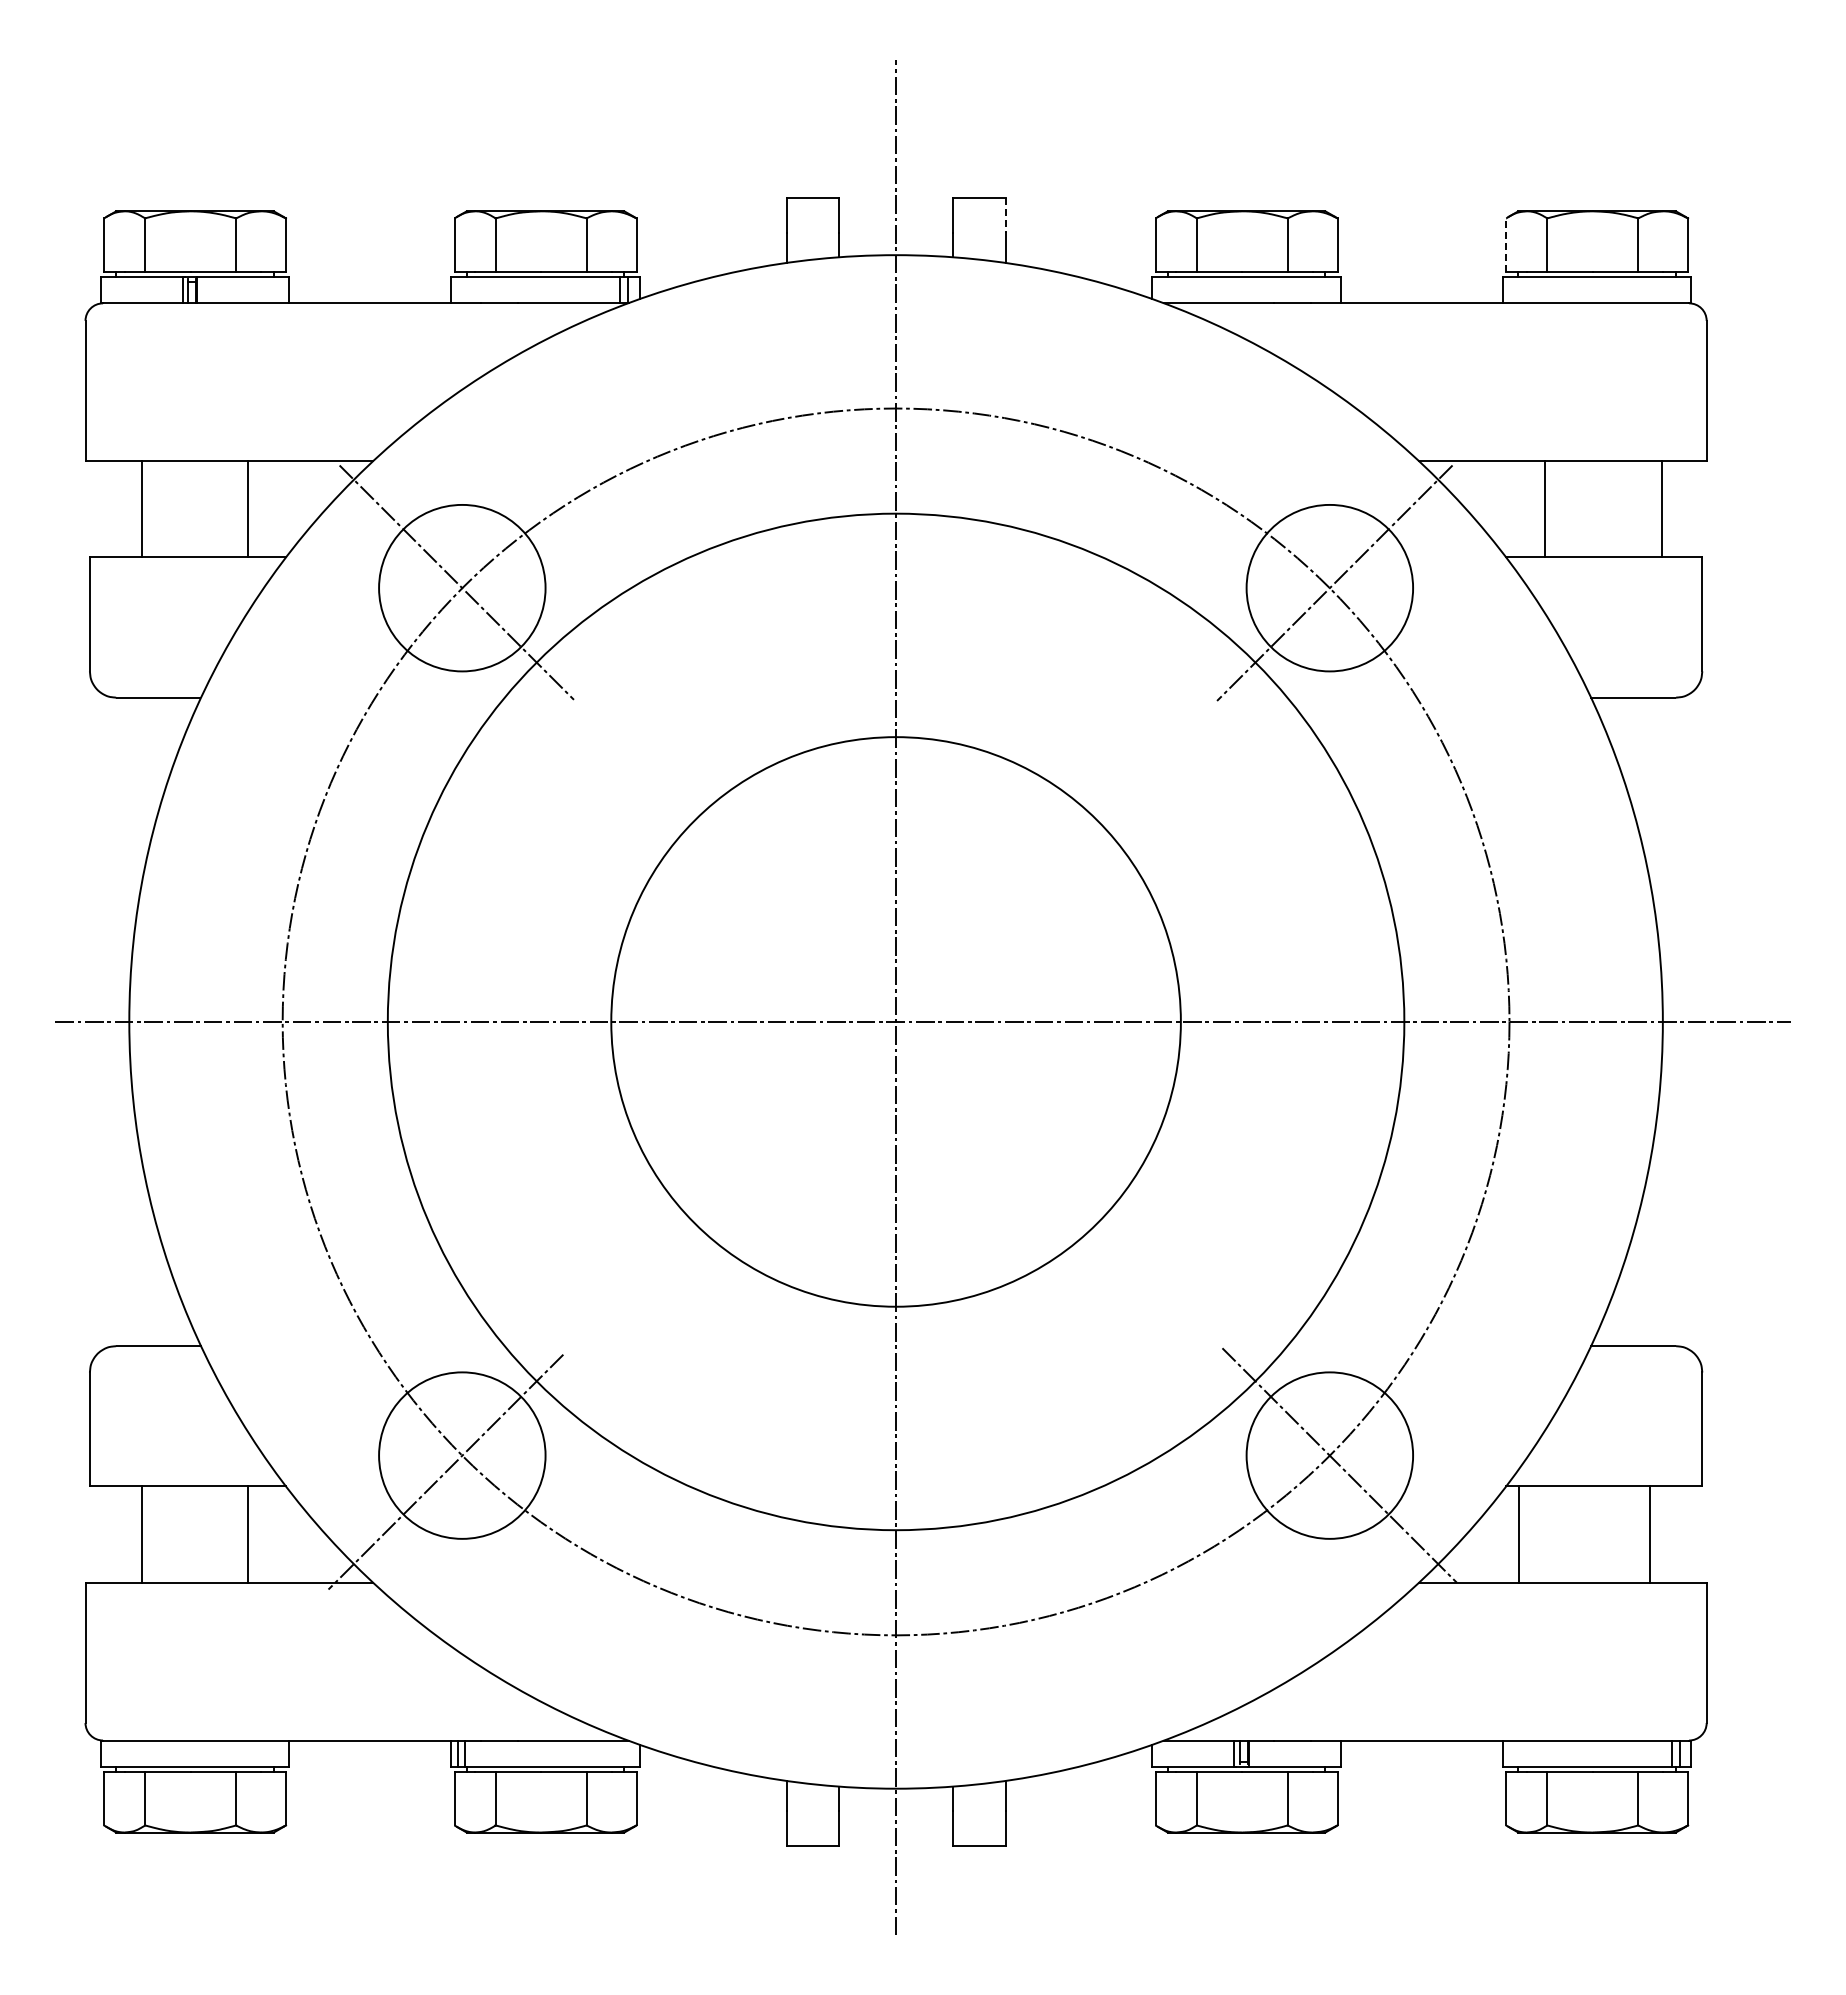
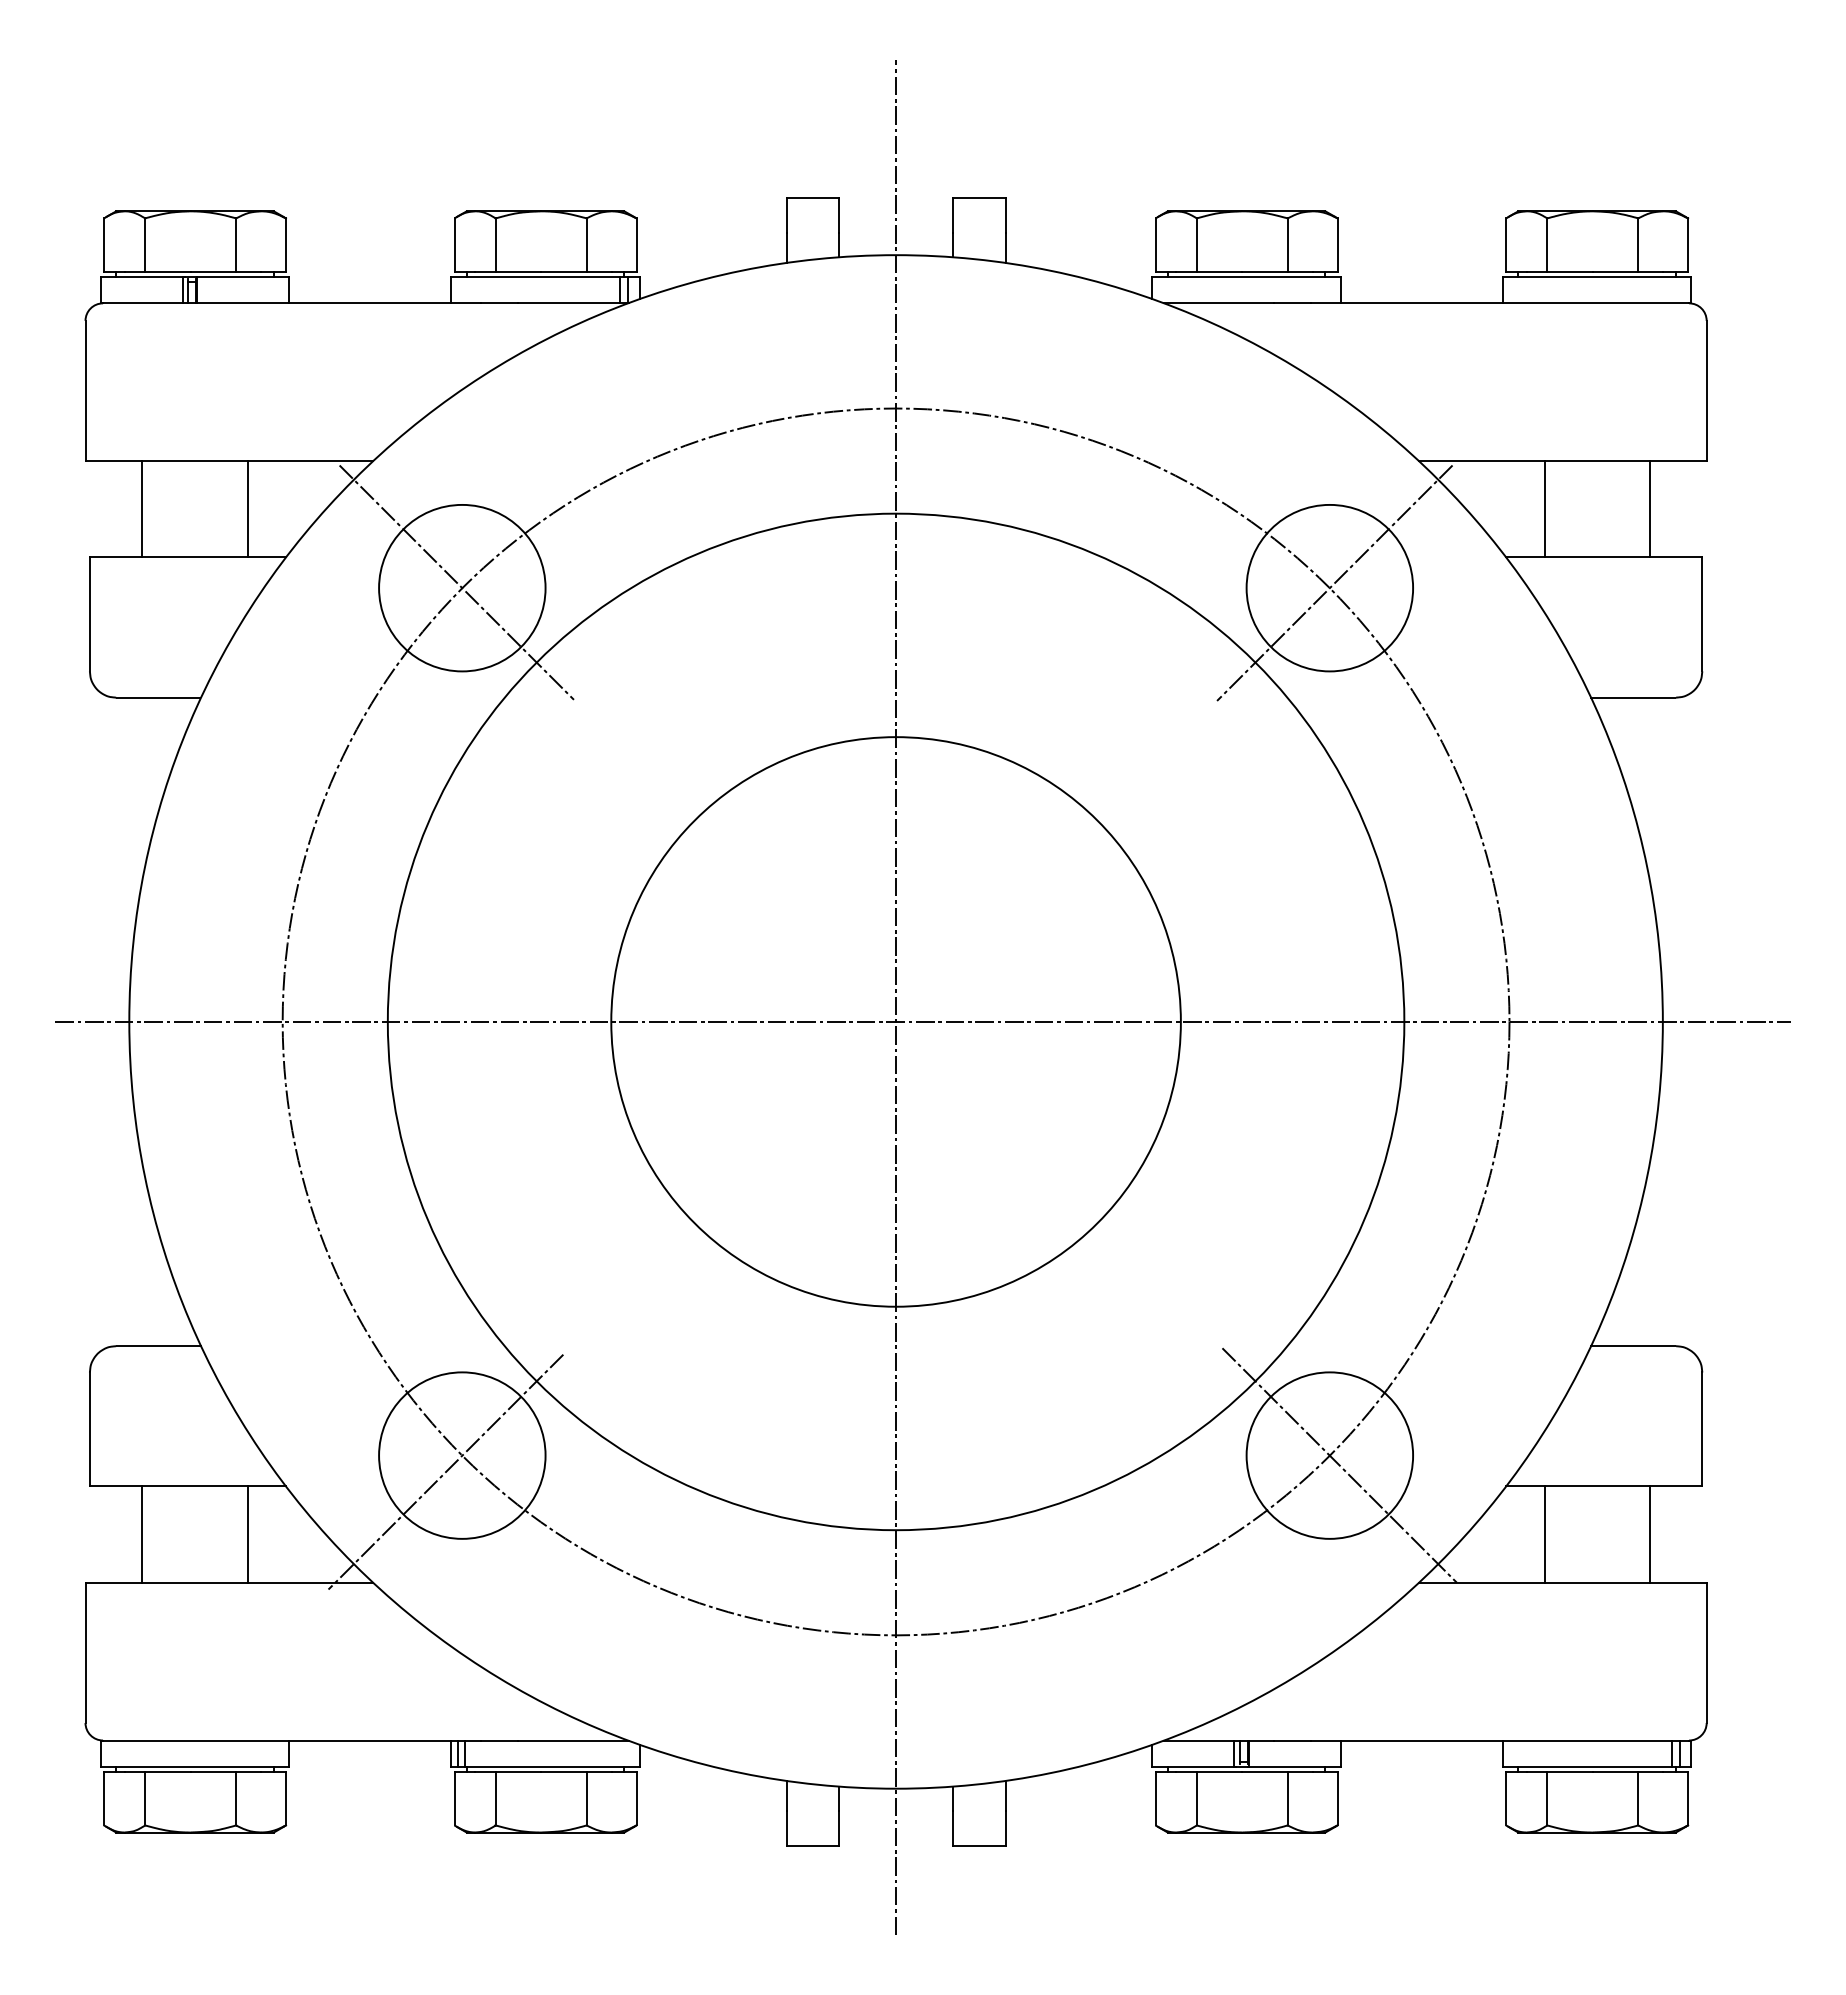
line at (1005, 215): dashed -> solid
line at (1506, 245): dashed -> solid
line at (1661, 509) position: (1661, 509) -> (1649, 509)
line at (1518, 1534) position: (1518, 1534) -> (1544, 1534)
